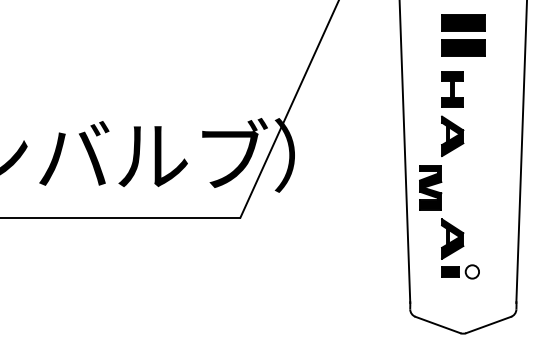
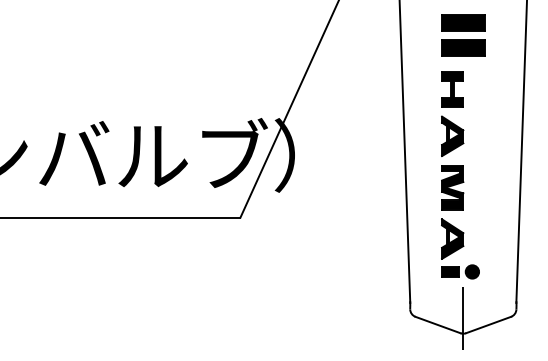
part at (430, 187) position: (430, 187) -> (452, 187)
fill at (472, 271): none -> present
line at (463, 318): none -> present
